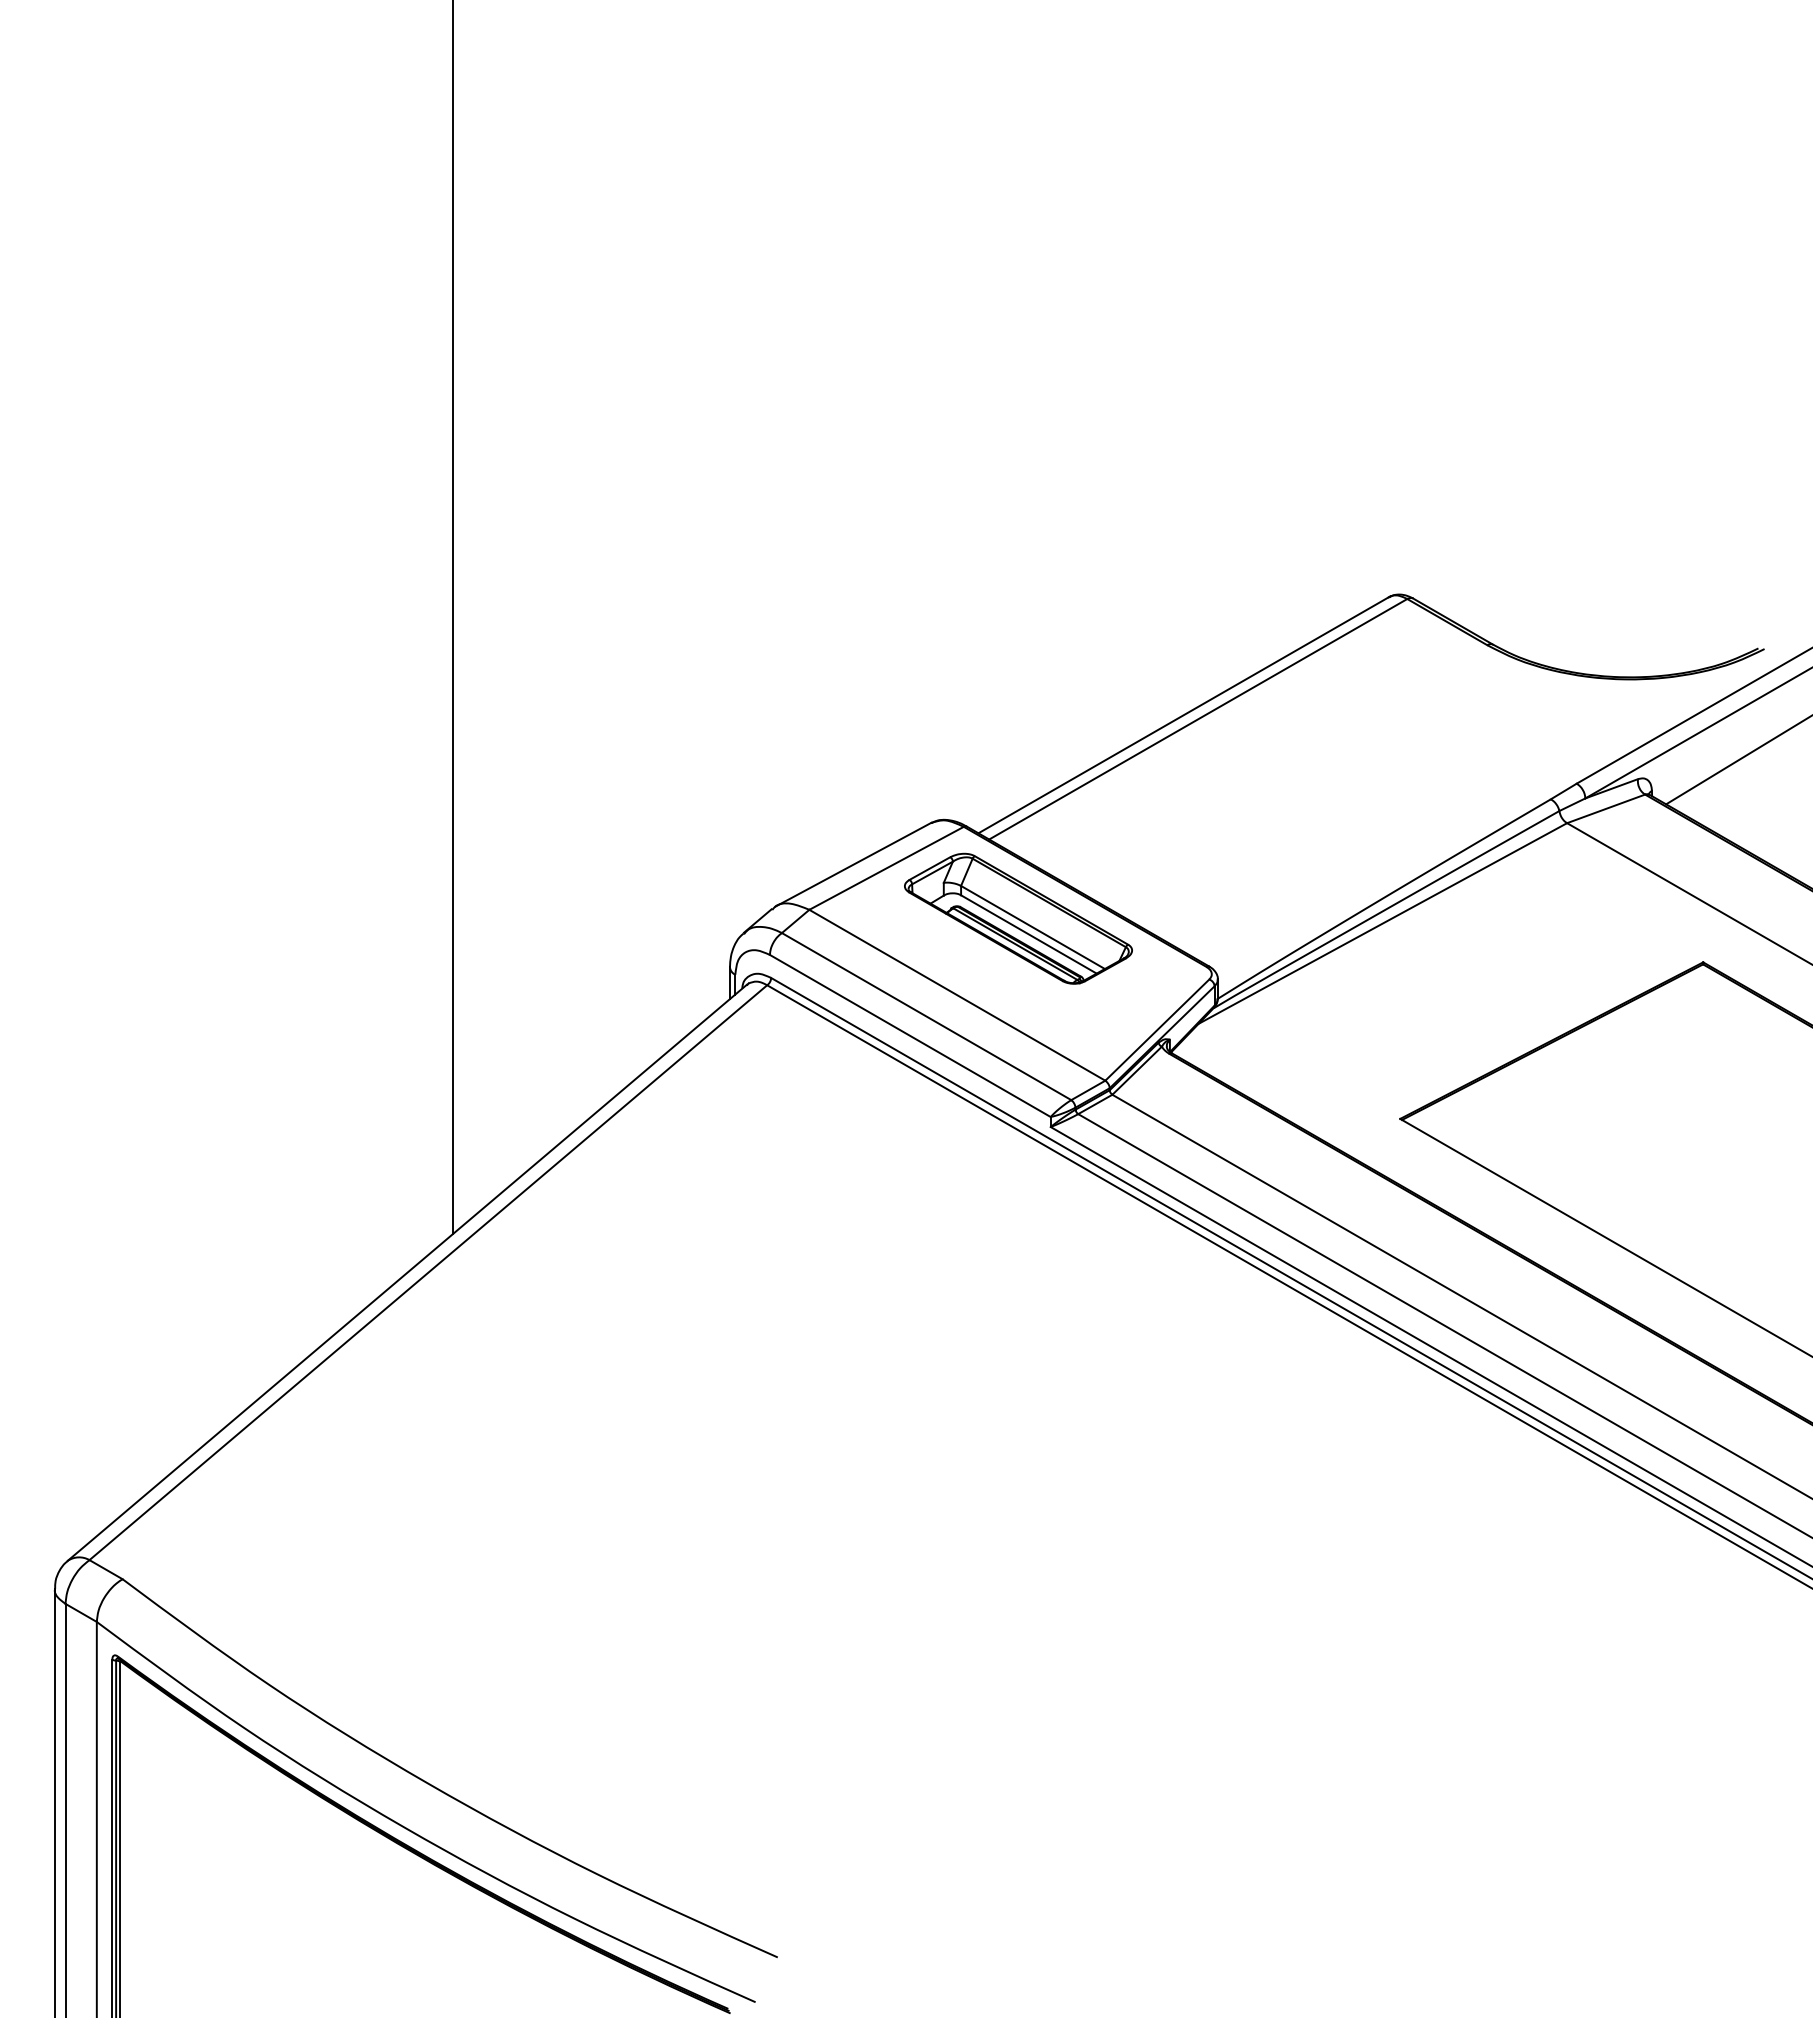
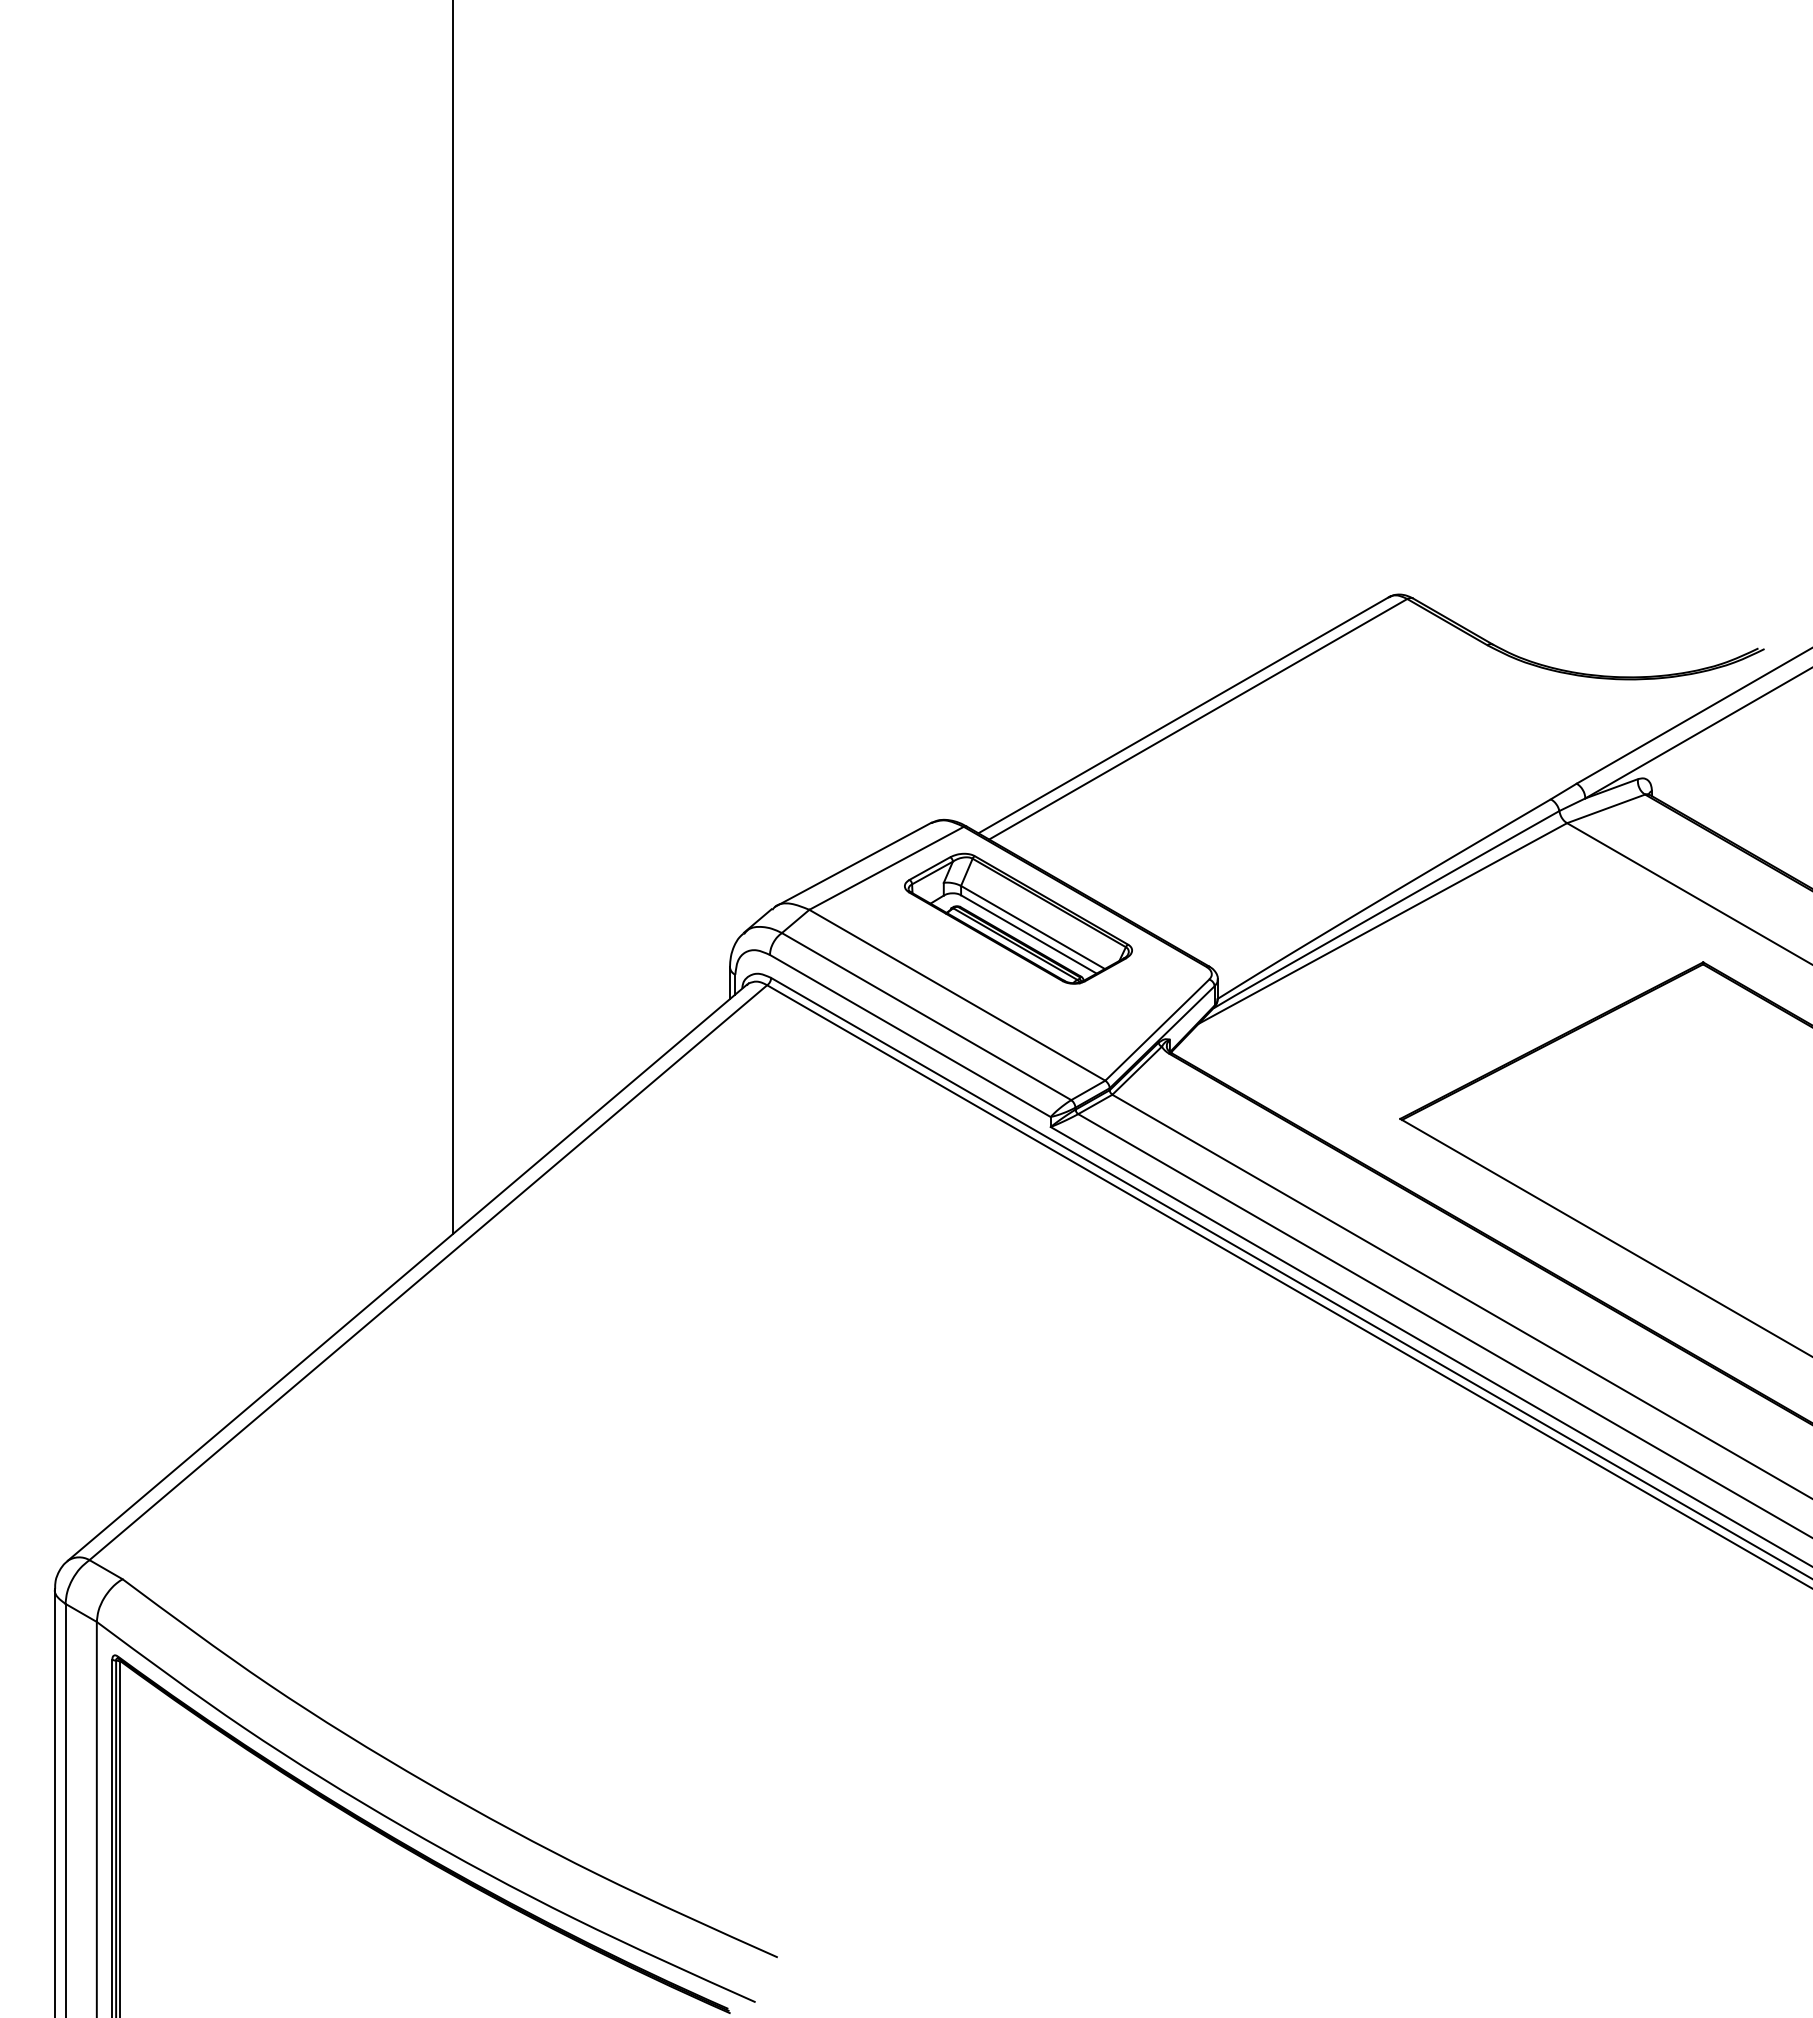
line at (1737, 760): present -> none
